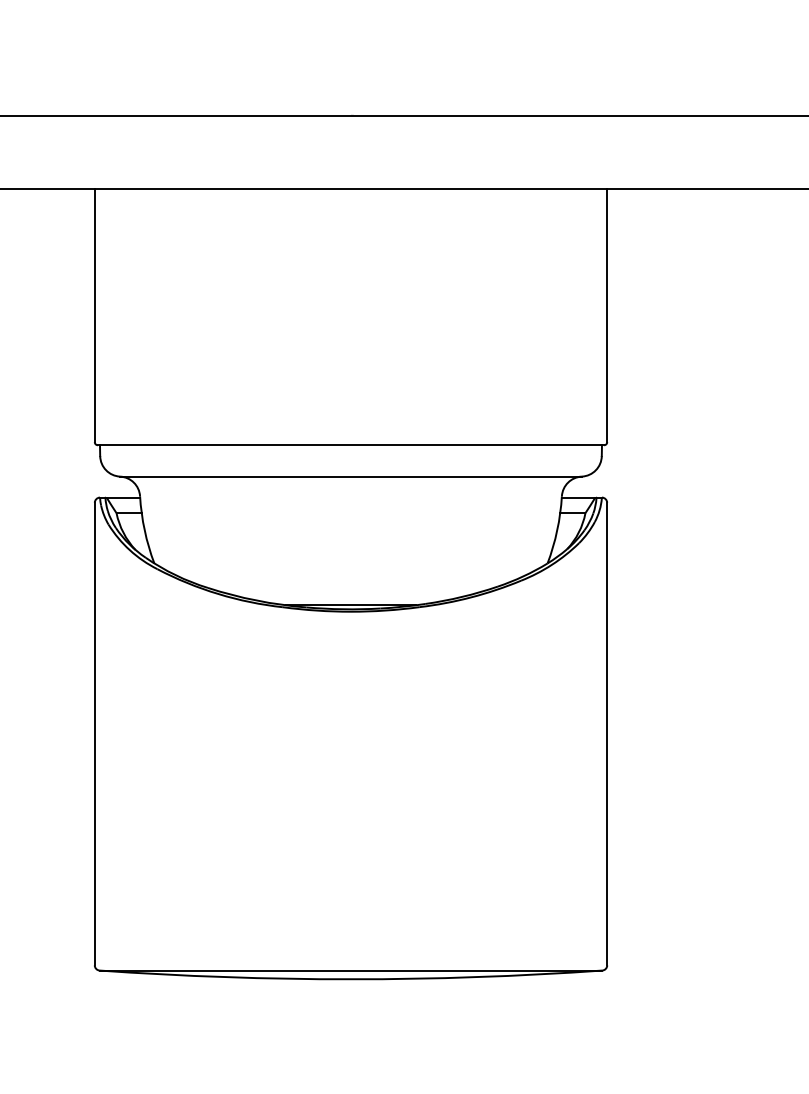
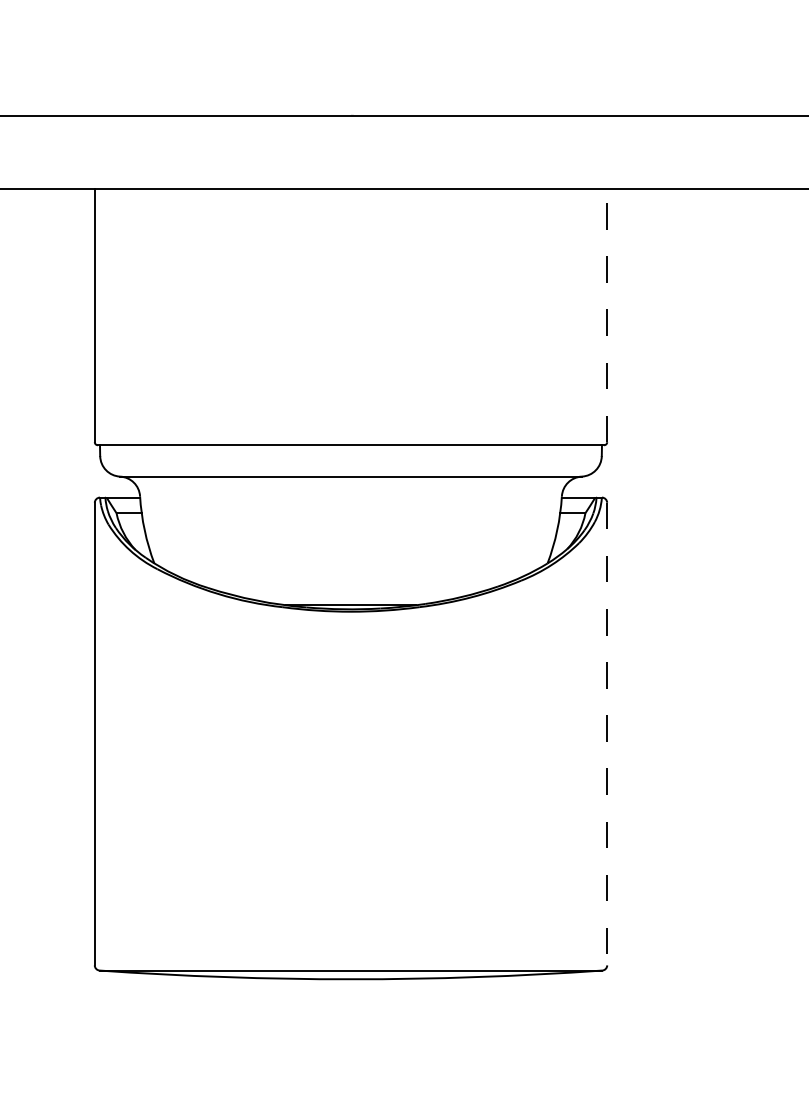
line at (607, 315): solid -> dashed
line at (607, 734): solid -> dashed
